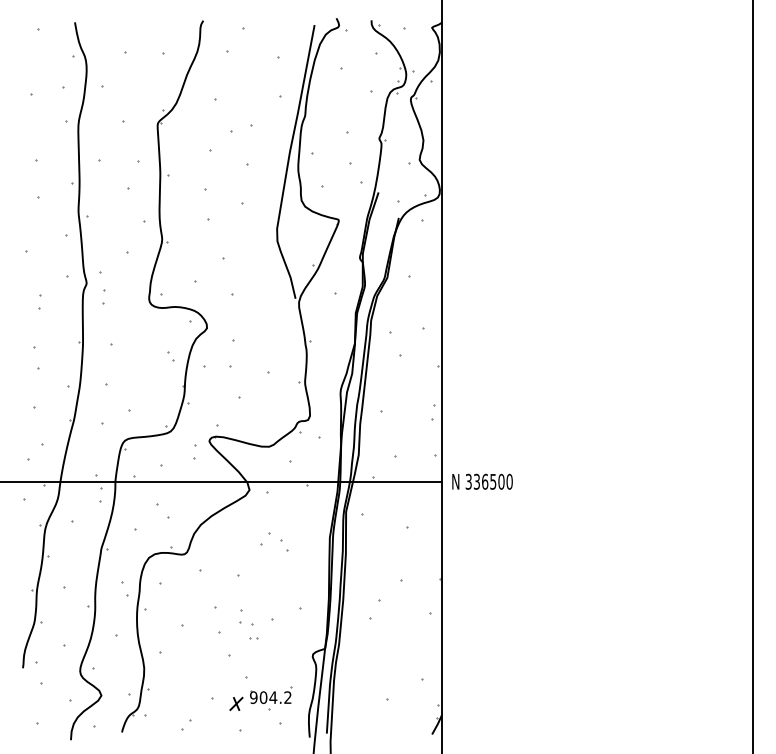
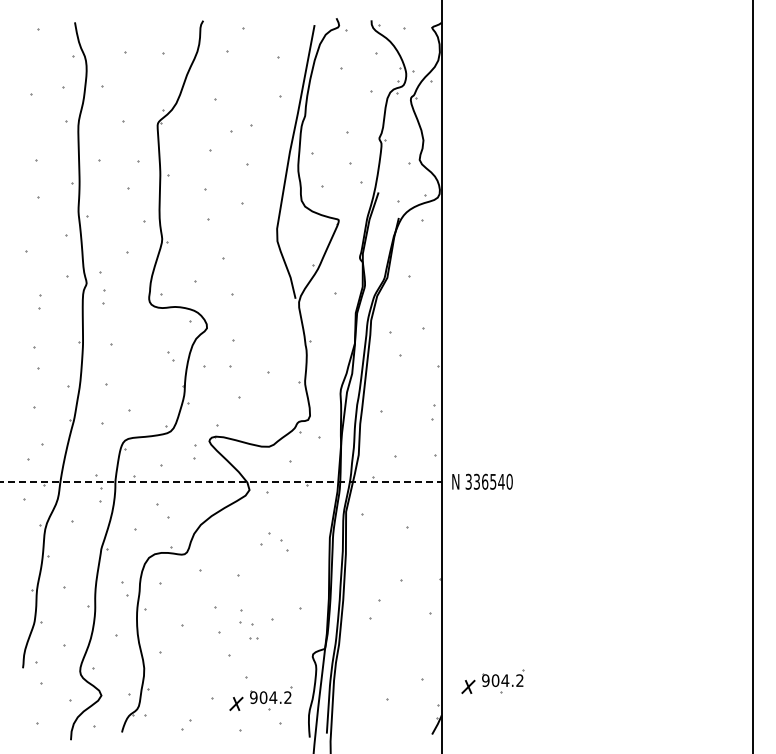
line at (221, 481): solid -> dashed
text at (501, 481): 336500 -> 336540
part at (492, 681): none -> present
